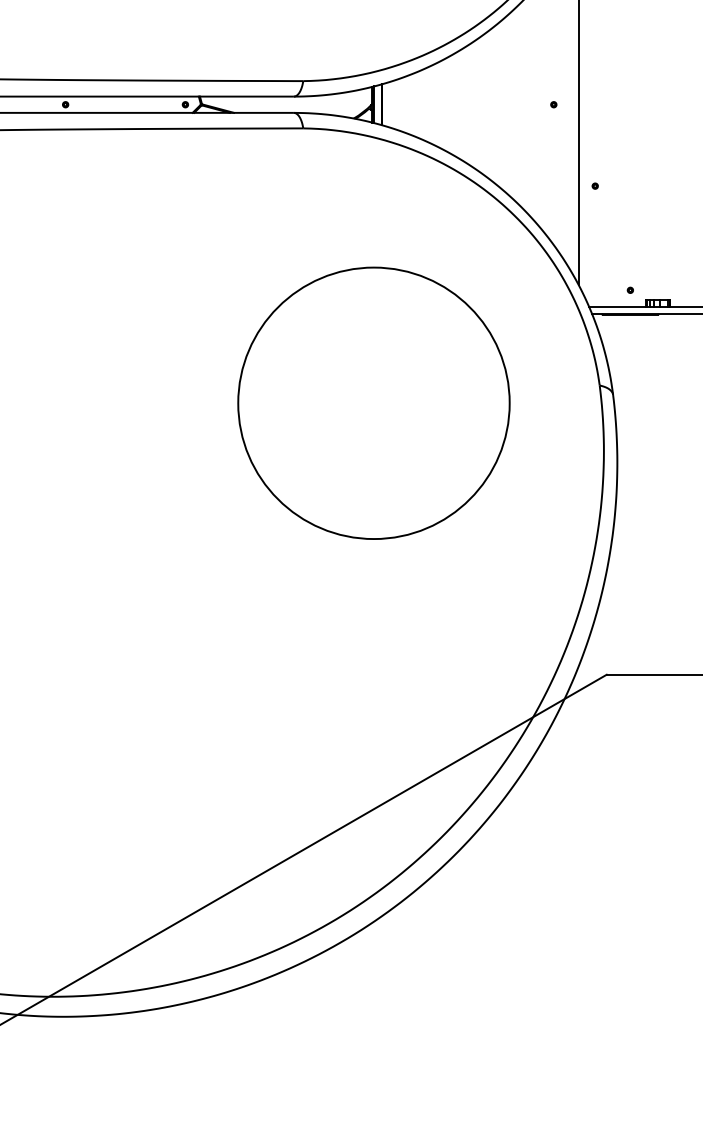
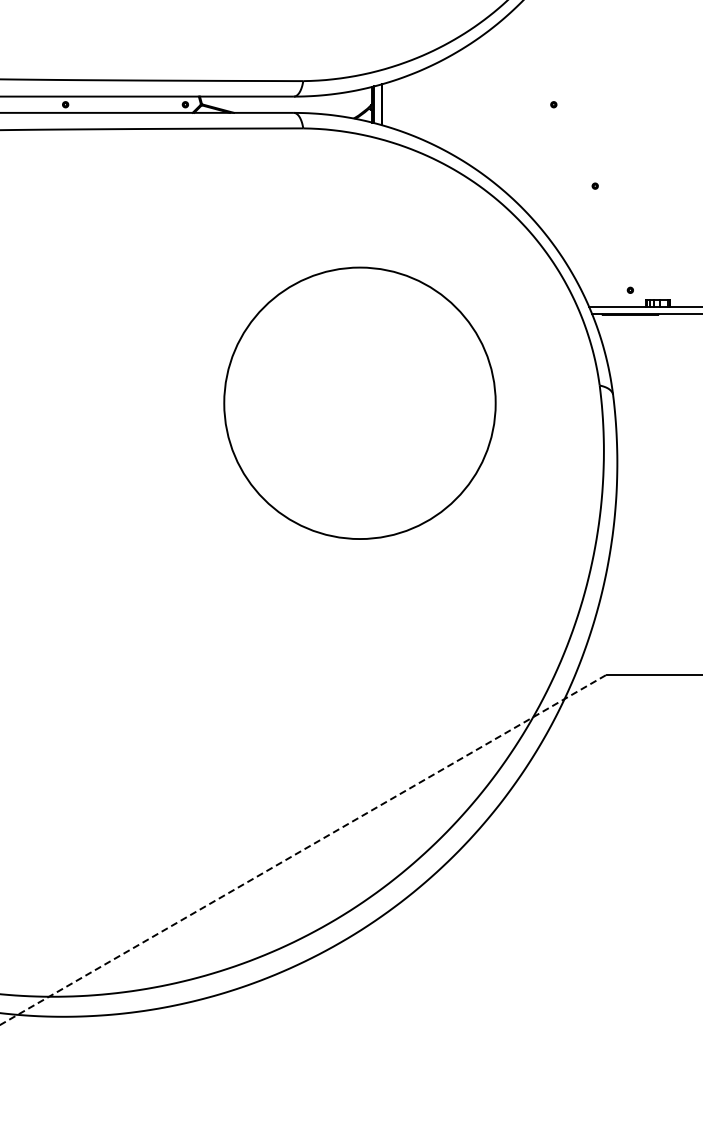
line at (578, 143): present -> none
circle at (373, 402) position: (373, 402) -> (359, 402)
line at (303, 849): solid -> dashed
